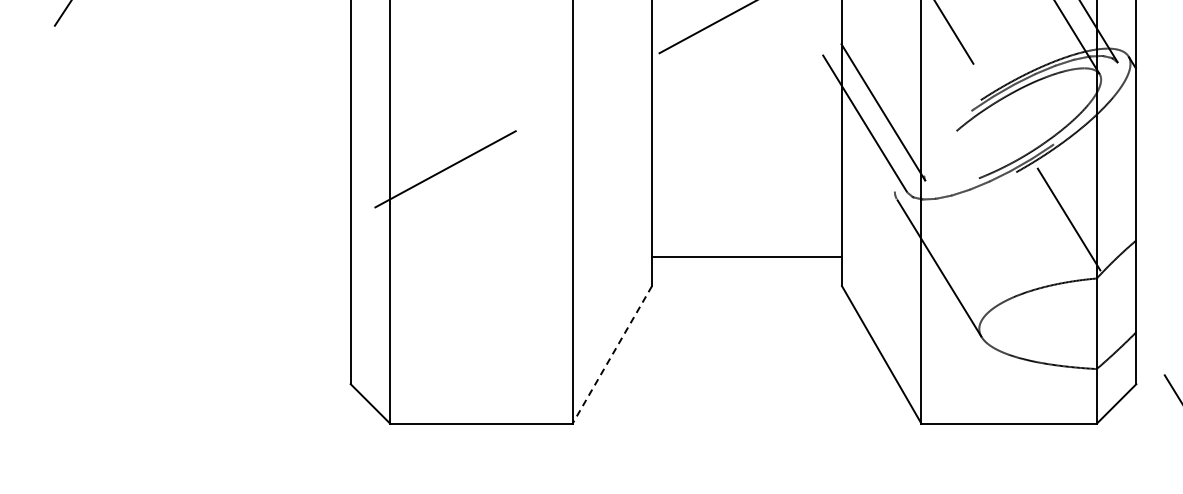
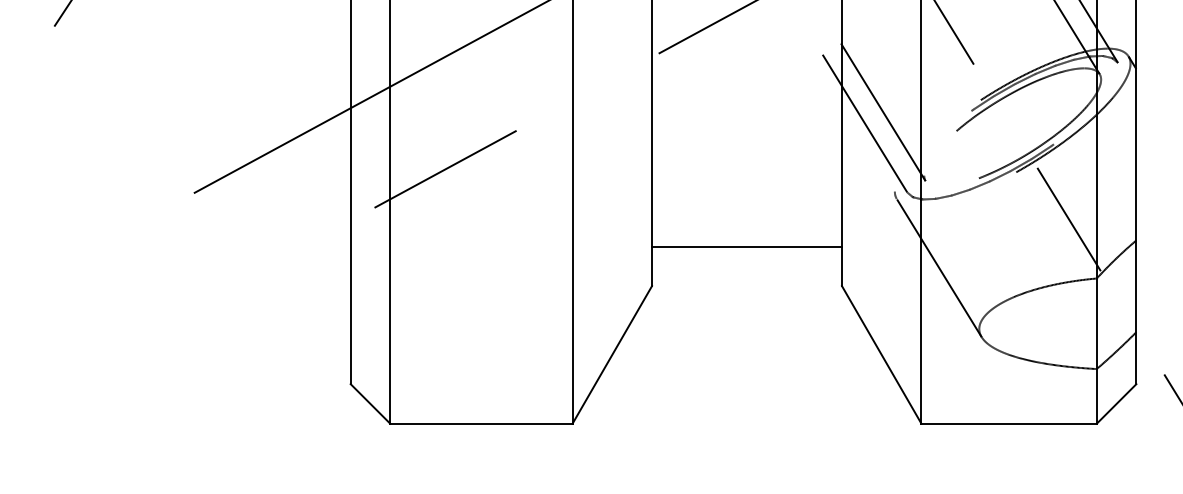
line at (369, 97): none -> present
line at (747, 257) position: (747, 257) -> (747, 247)
line at (612, 355): dashed -> solid
